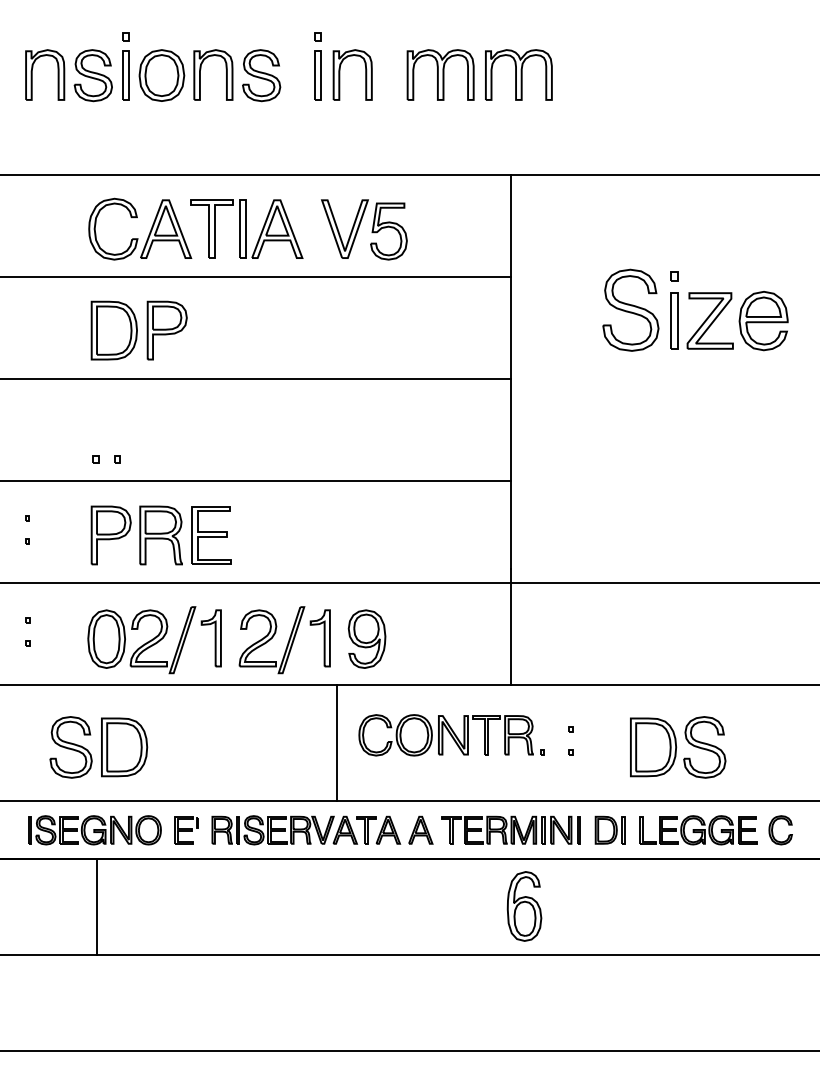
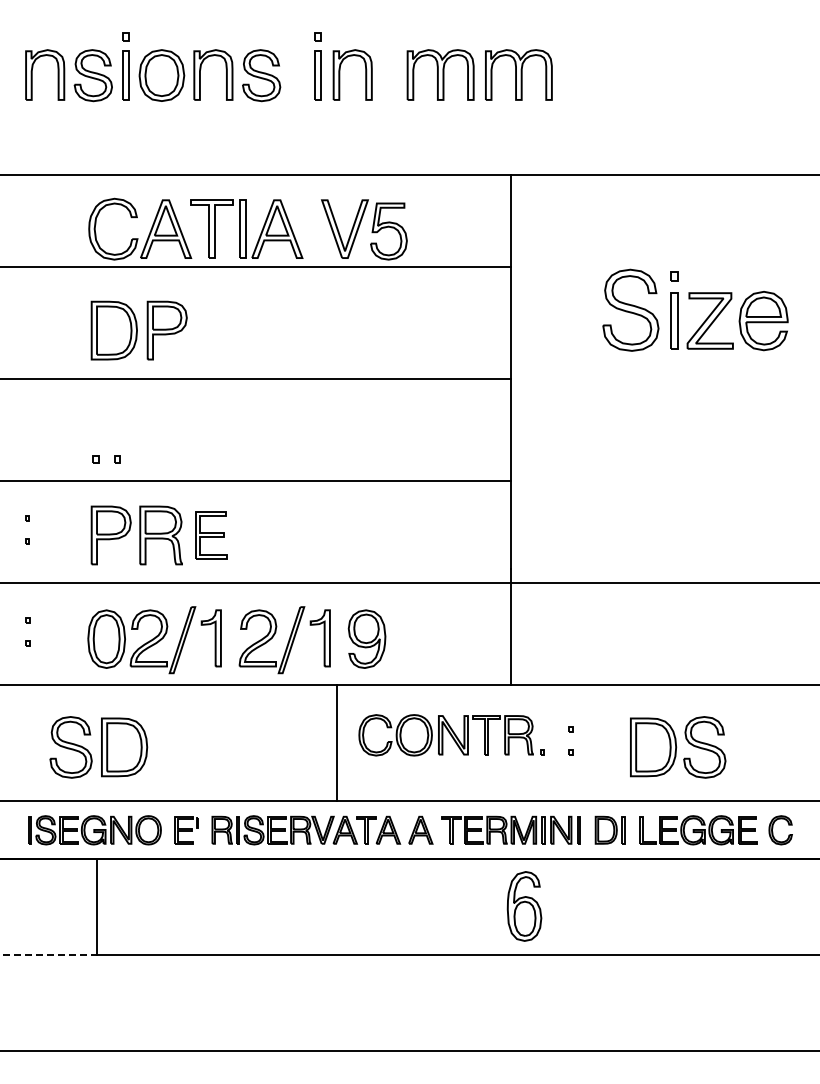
line at (256, 277) position: (256, 277) -> (256, 267)
part at (211, 535) size: 41x59 px -> 33x49 px
line at (48, 955): solid -> dashed
